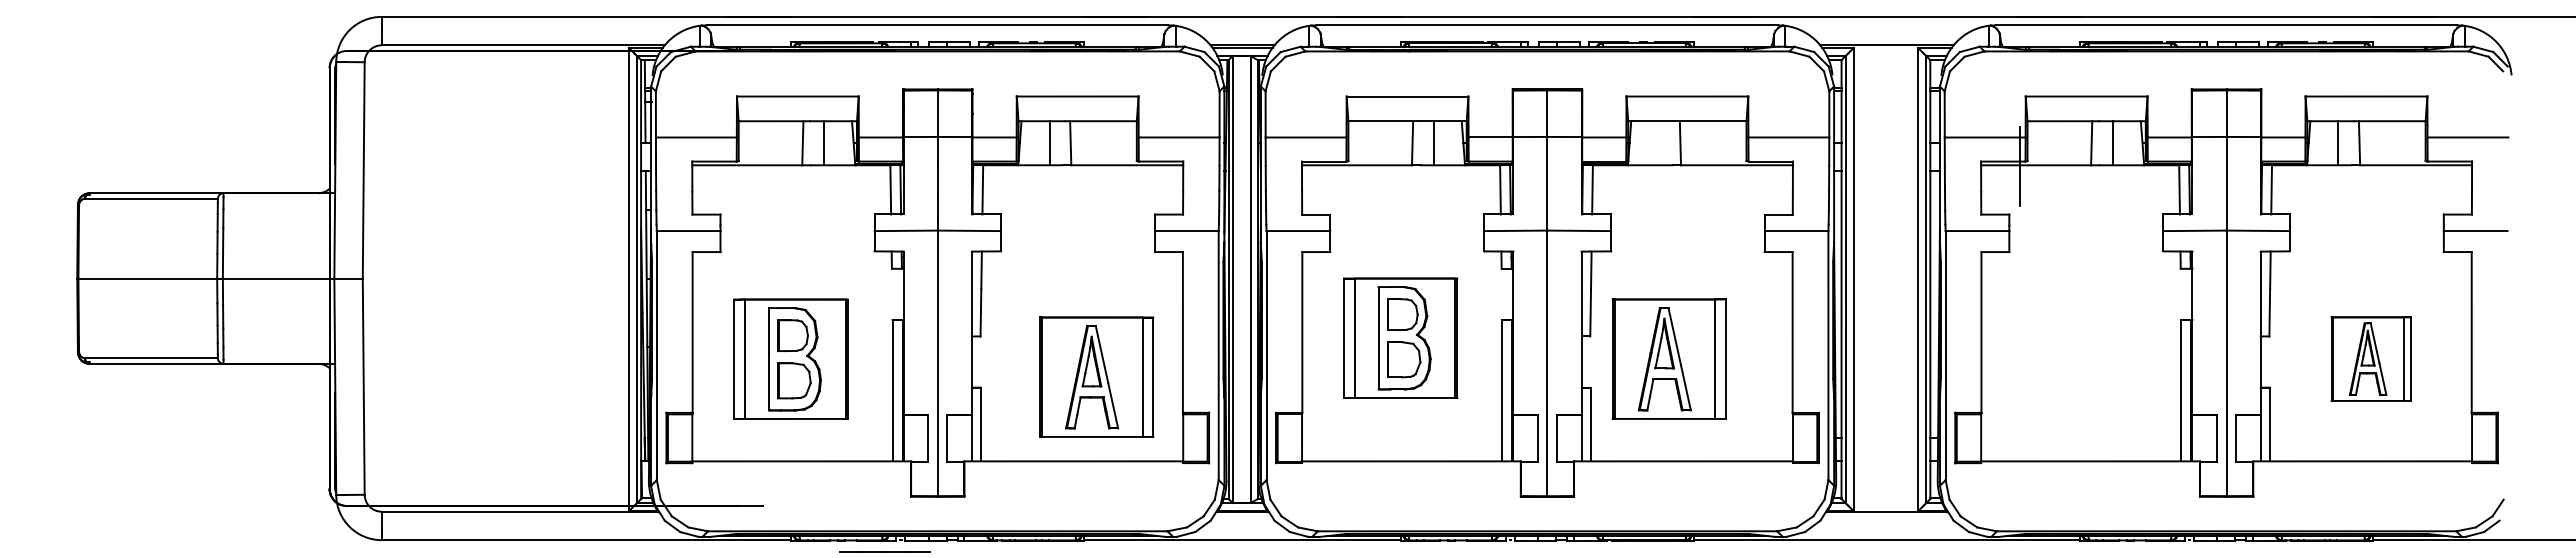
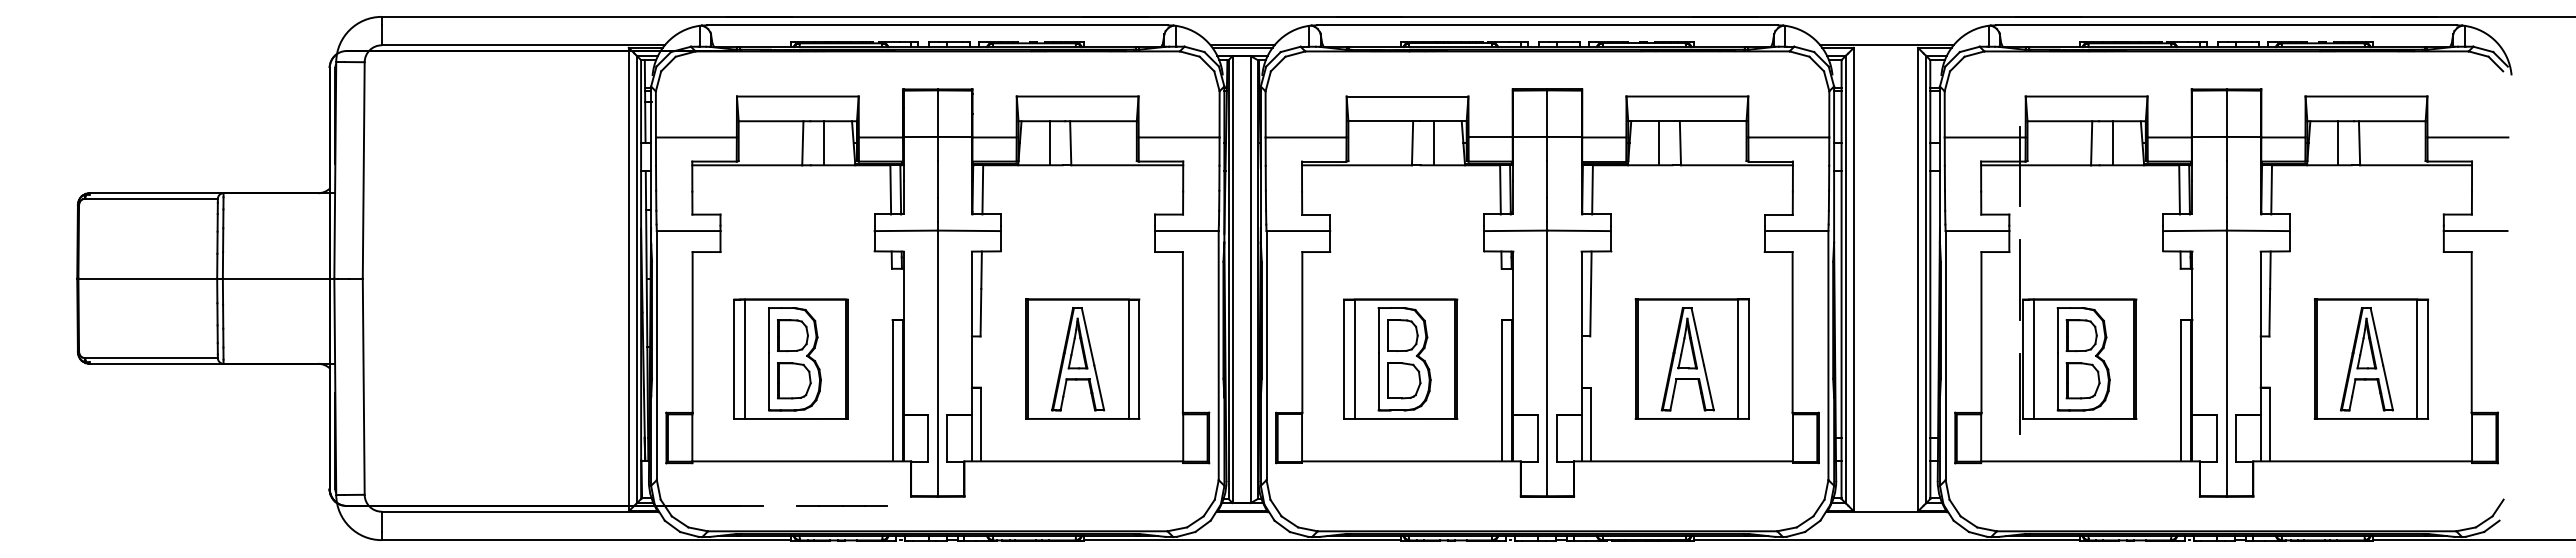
line at (1659, 143): none -> present
part at (2078, 336): none -> present
part at (1400, 337) position: (1400, 337) -> (1400, 358)
part at (1668, 358) position: (1668, 358) -> (1691, 358)
part at (2370, 358) size: 82x86 px -> 116x122 px
part at (1096, 376) position: (1096, 376) -> (1082, 358)
line at (884, 551) position: (884, 551) -> (841, 505)
